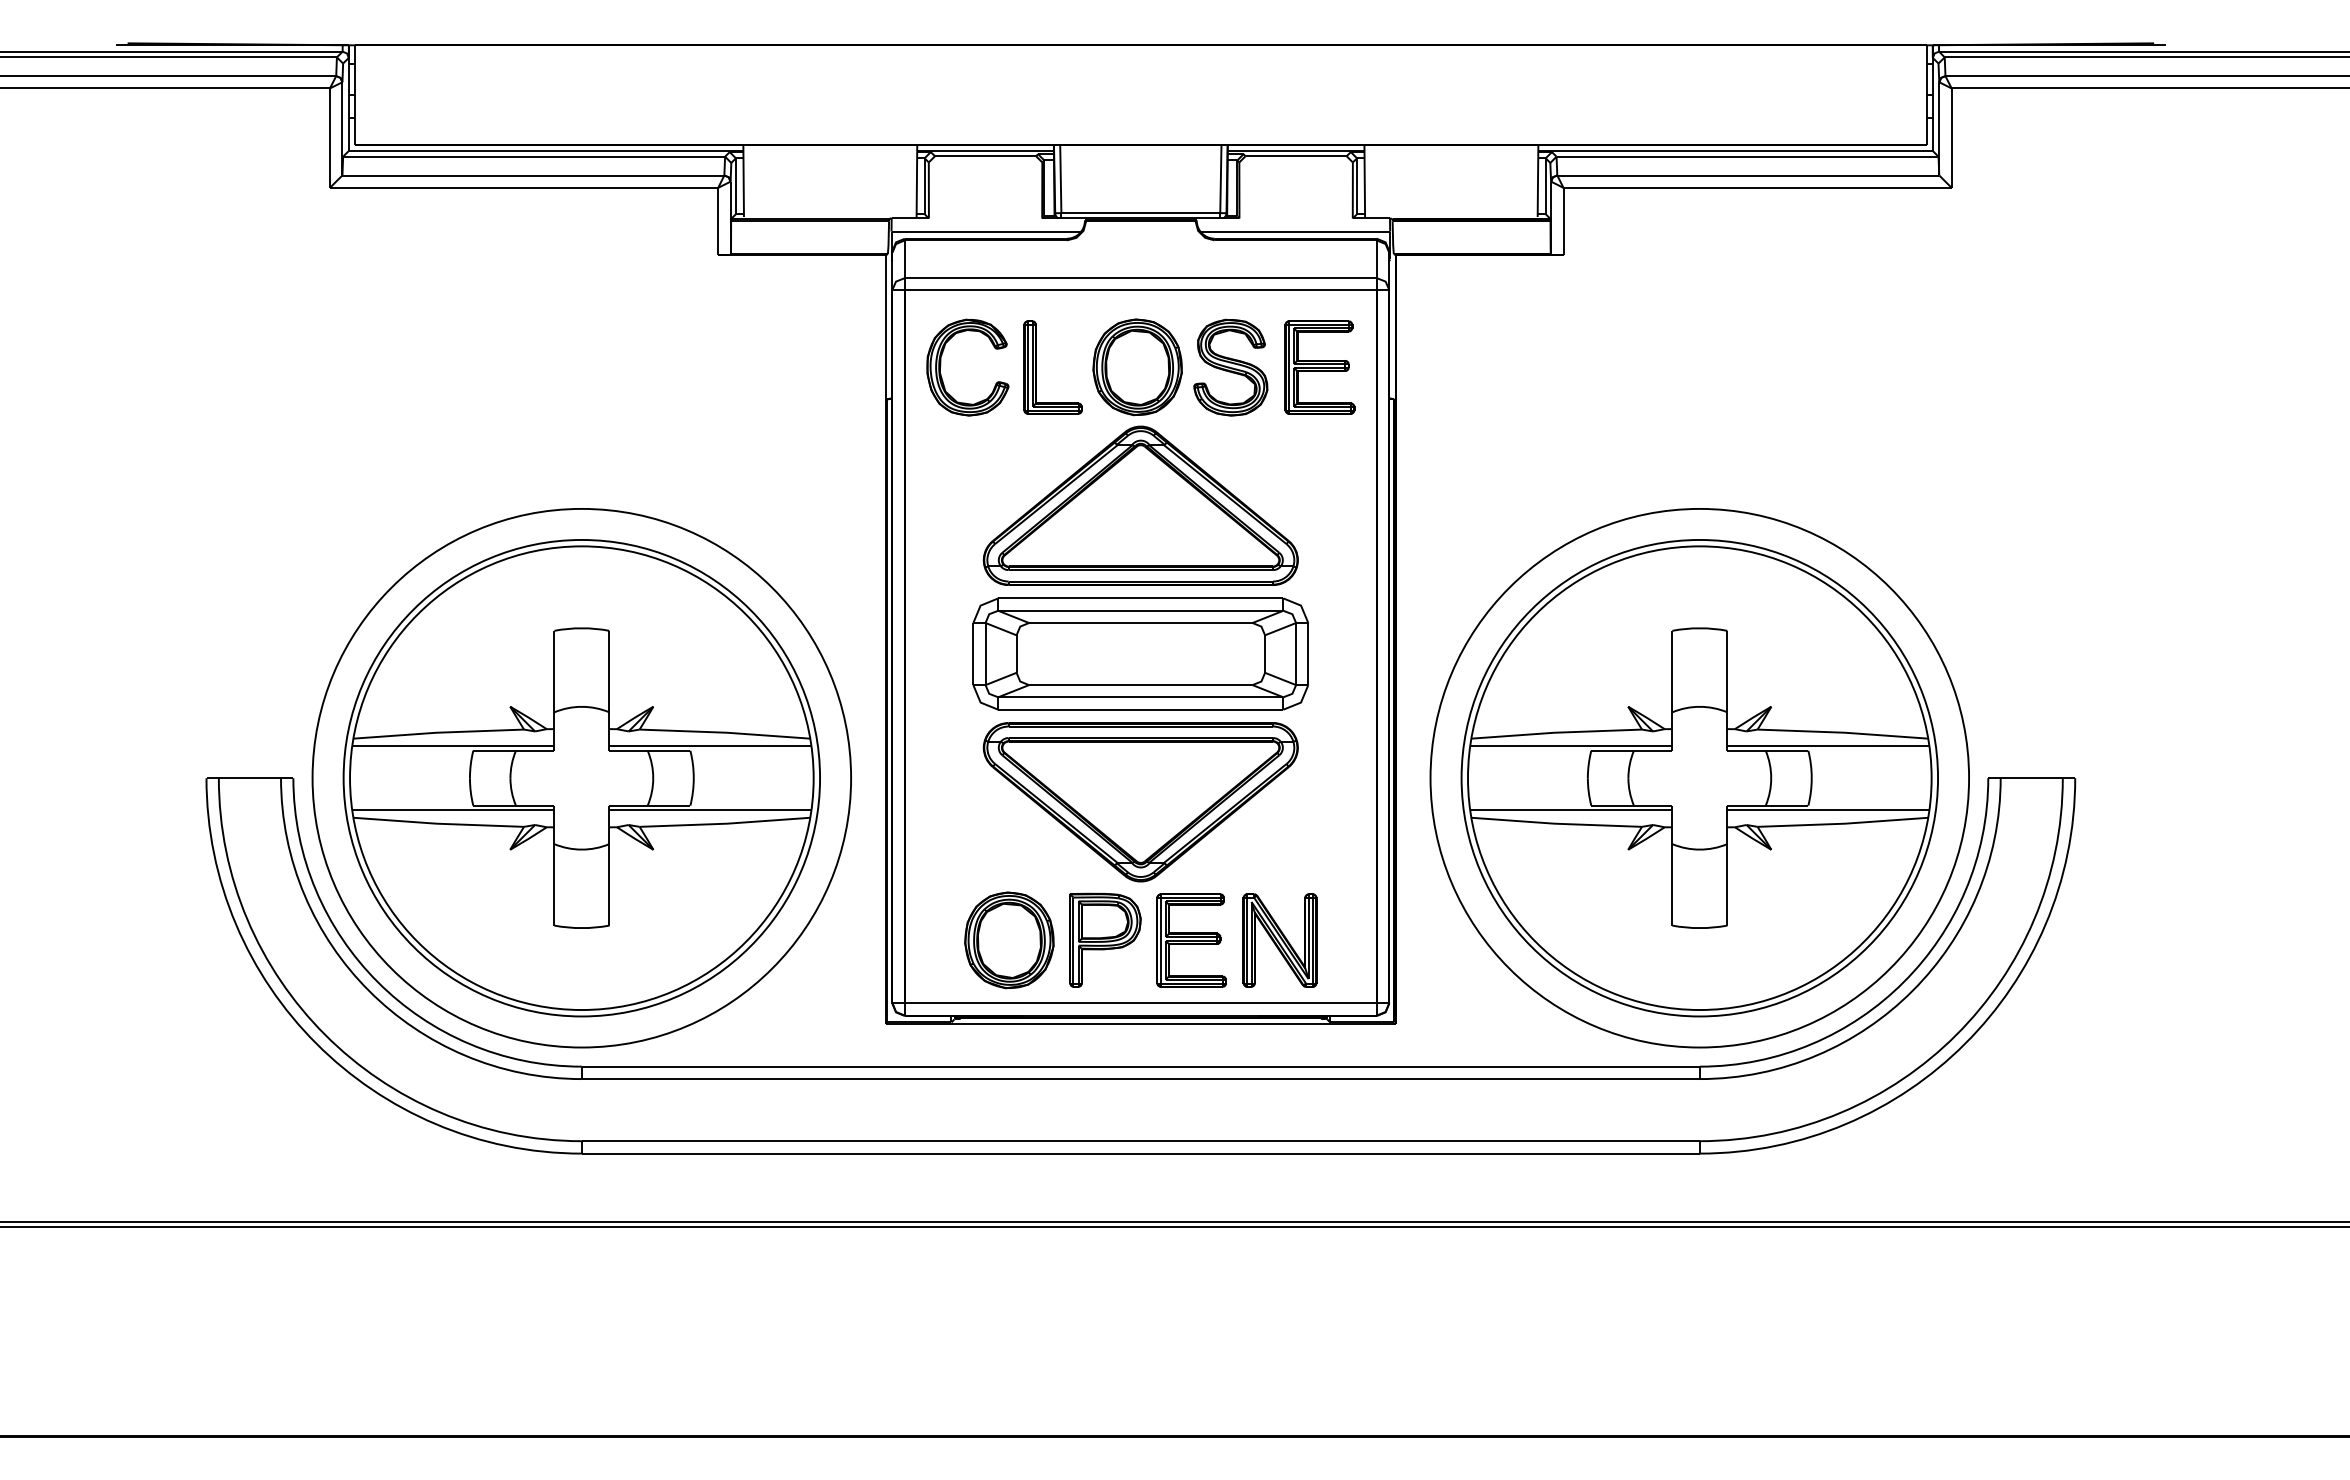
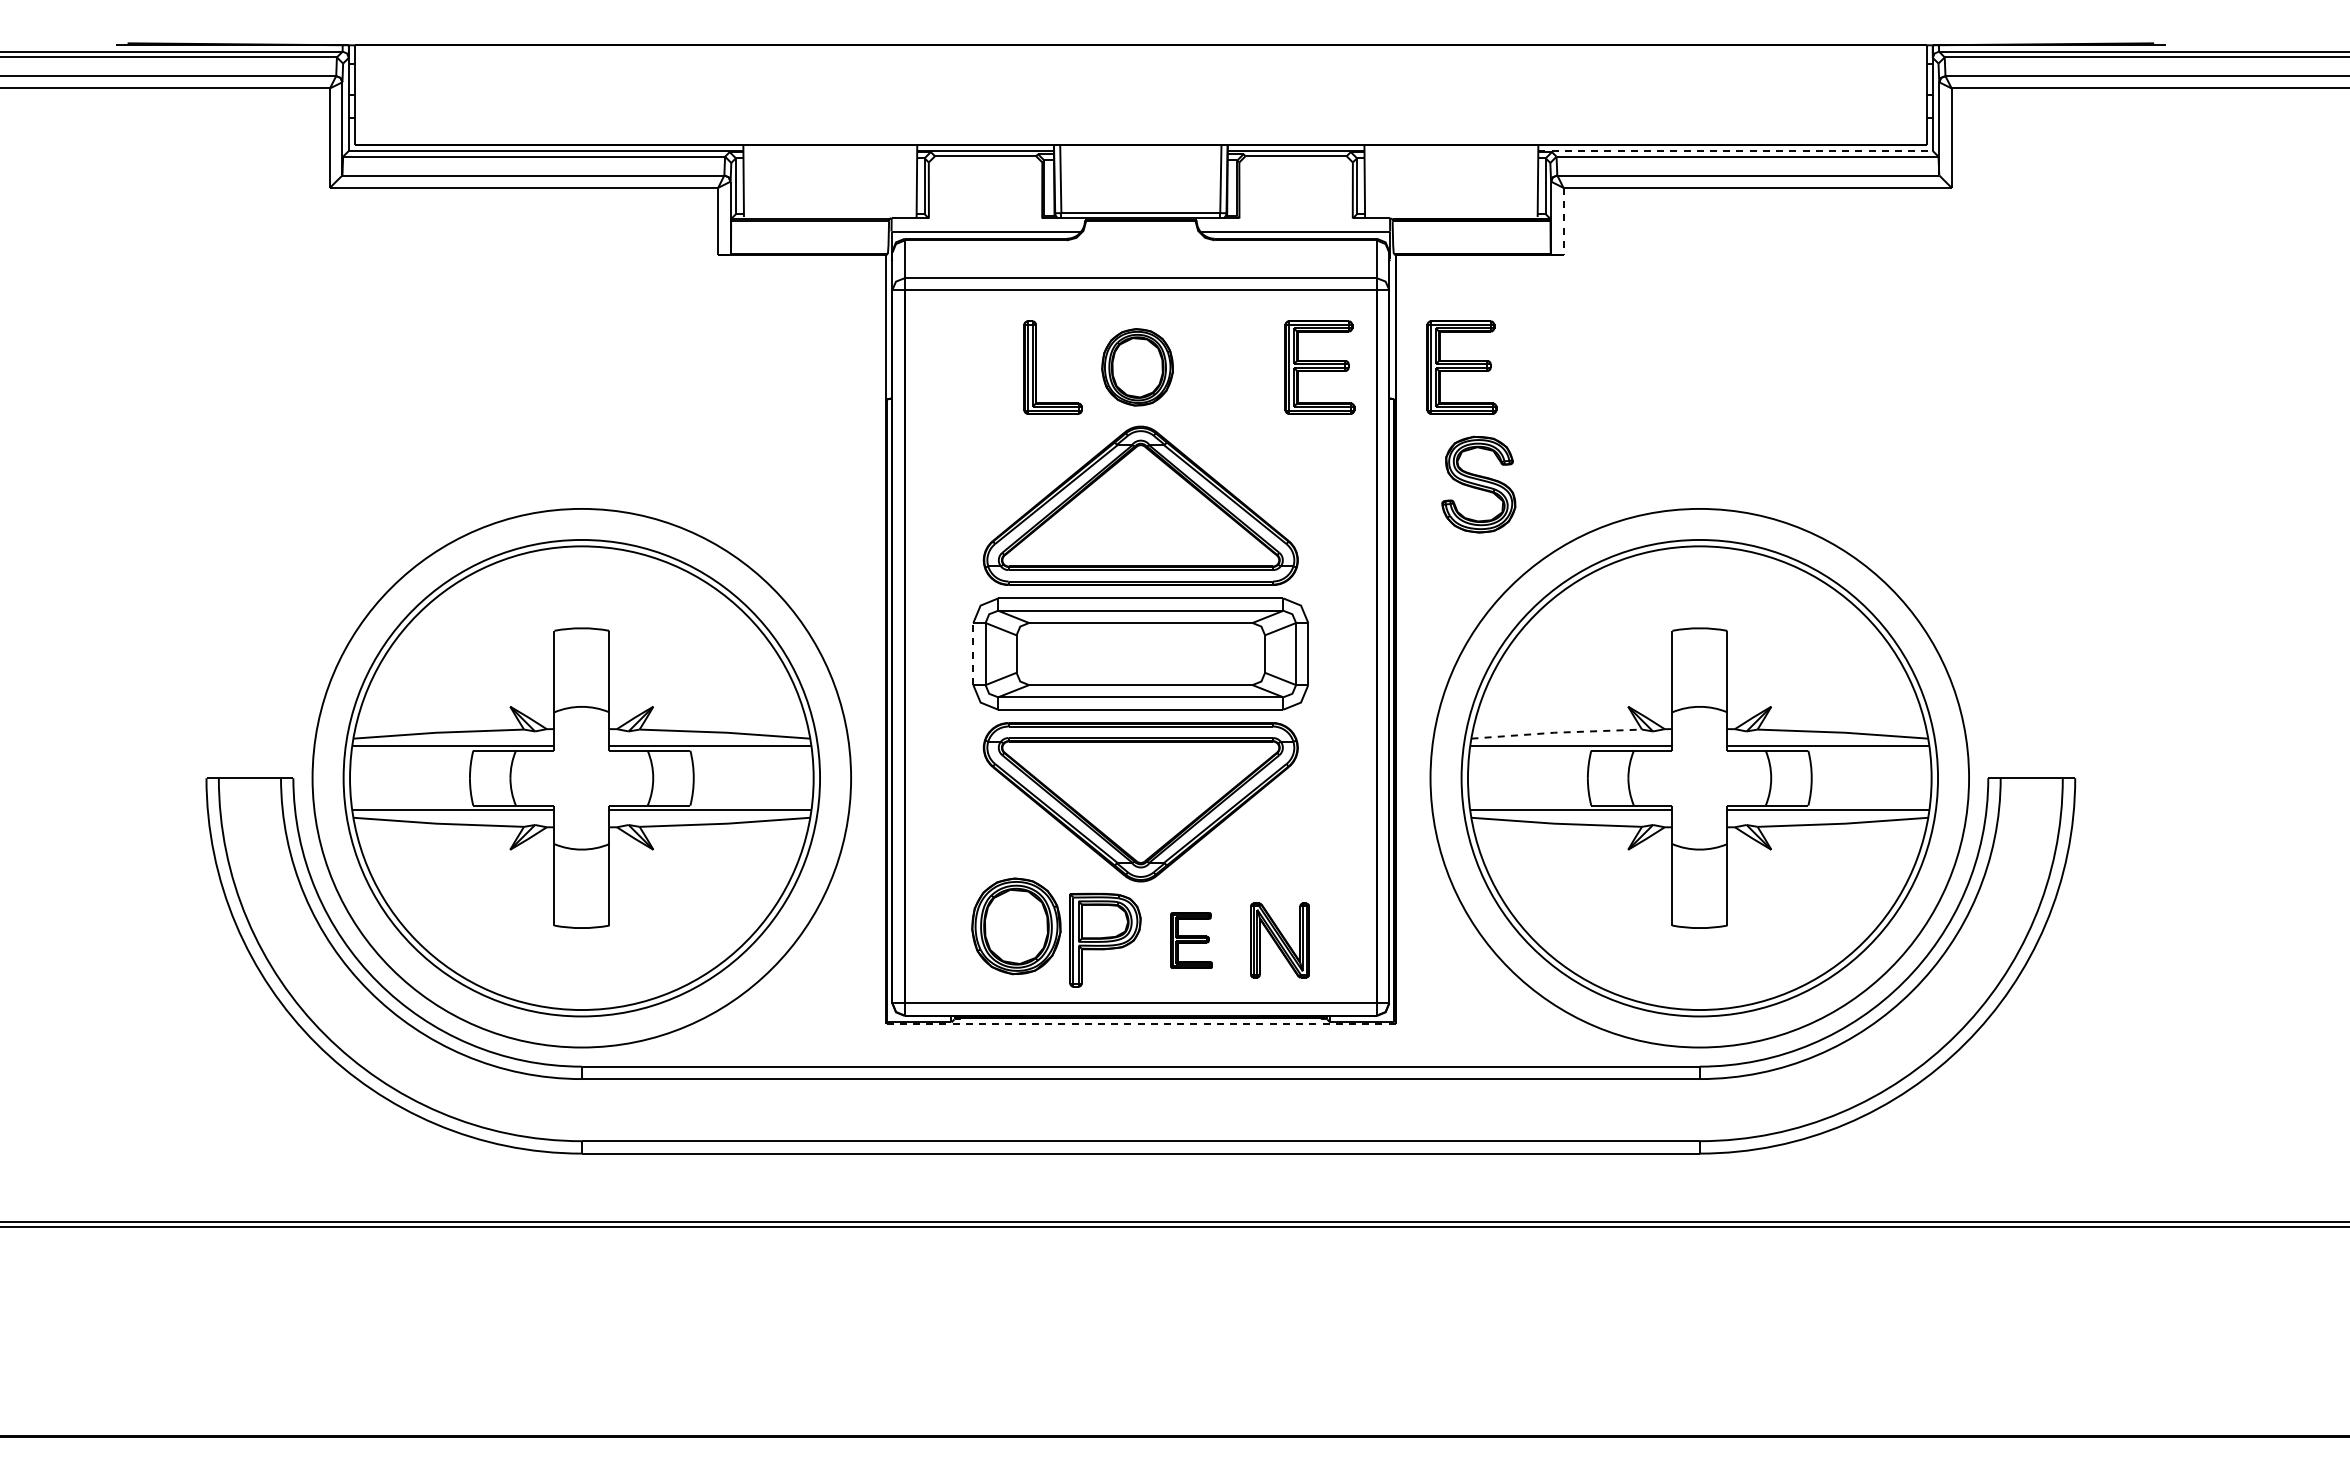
line at (1735, 150): solid -> dashed
line at (1563, 221): solid -> dashed
part at (941, 366): present -> none
part at (1137, 367) size: 91x99 px -> 73x79 px
part at (1230, 367) position: (1230, 367) -> (1478, 484)
part at (1461, 367): none -> present
line at (973, 653): solid -> dashed
line at (1556, 732): solid -> dashed
part at (1009, 940) position: (1009, 940) -> (1016, 926)
part at (1191, 940) size: 71x95 px -> 43x57 px
part at (1279, 940) size: 76x95 px -> 60x77 px
line at (1140, 1023): solid -> dashed
